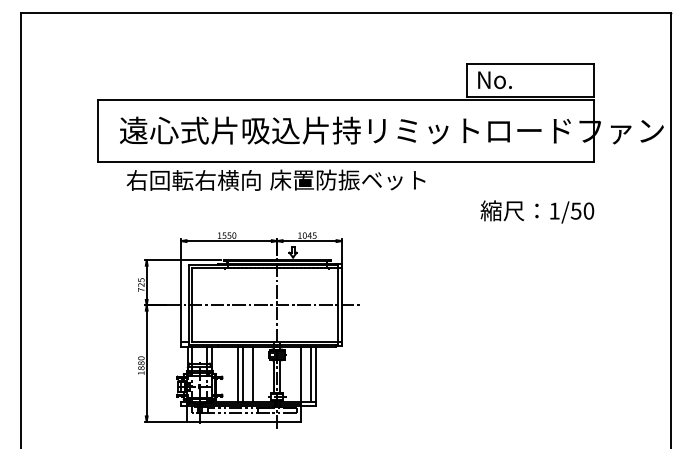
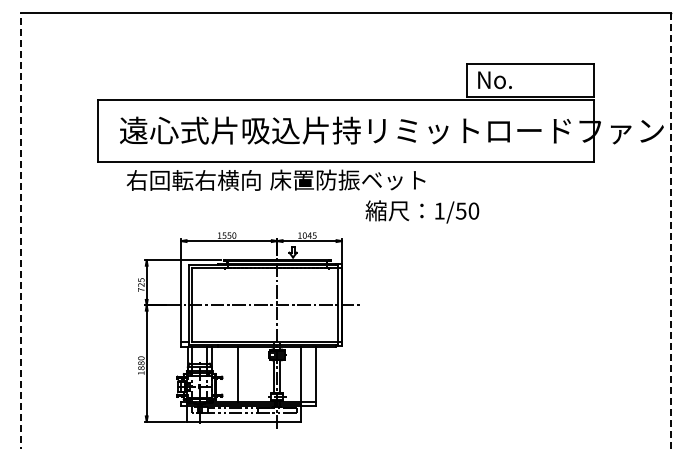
text at (537, 211) position: (537, 211) -> (422, 211)
line at (20, 230): solid -> dashed
line at (671, 231): solid -> dashed
line at (243, 373): present -> none
line at (253, 373): present -> none
line at (311, 373): present -> none
